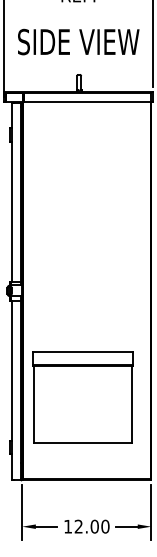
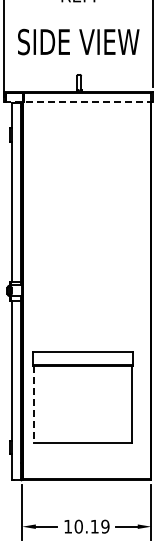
line at (78, 101): solid -> dashed
line at (33, 405): solid -> dashed
text at (91, 526): 12.00 -> 10.19
